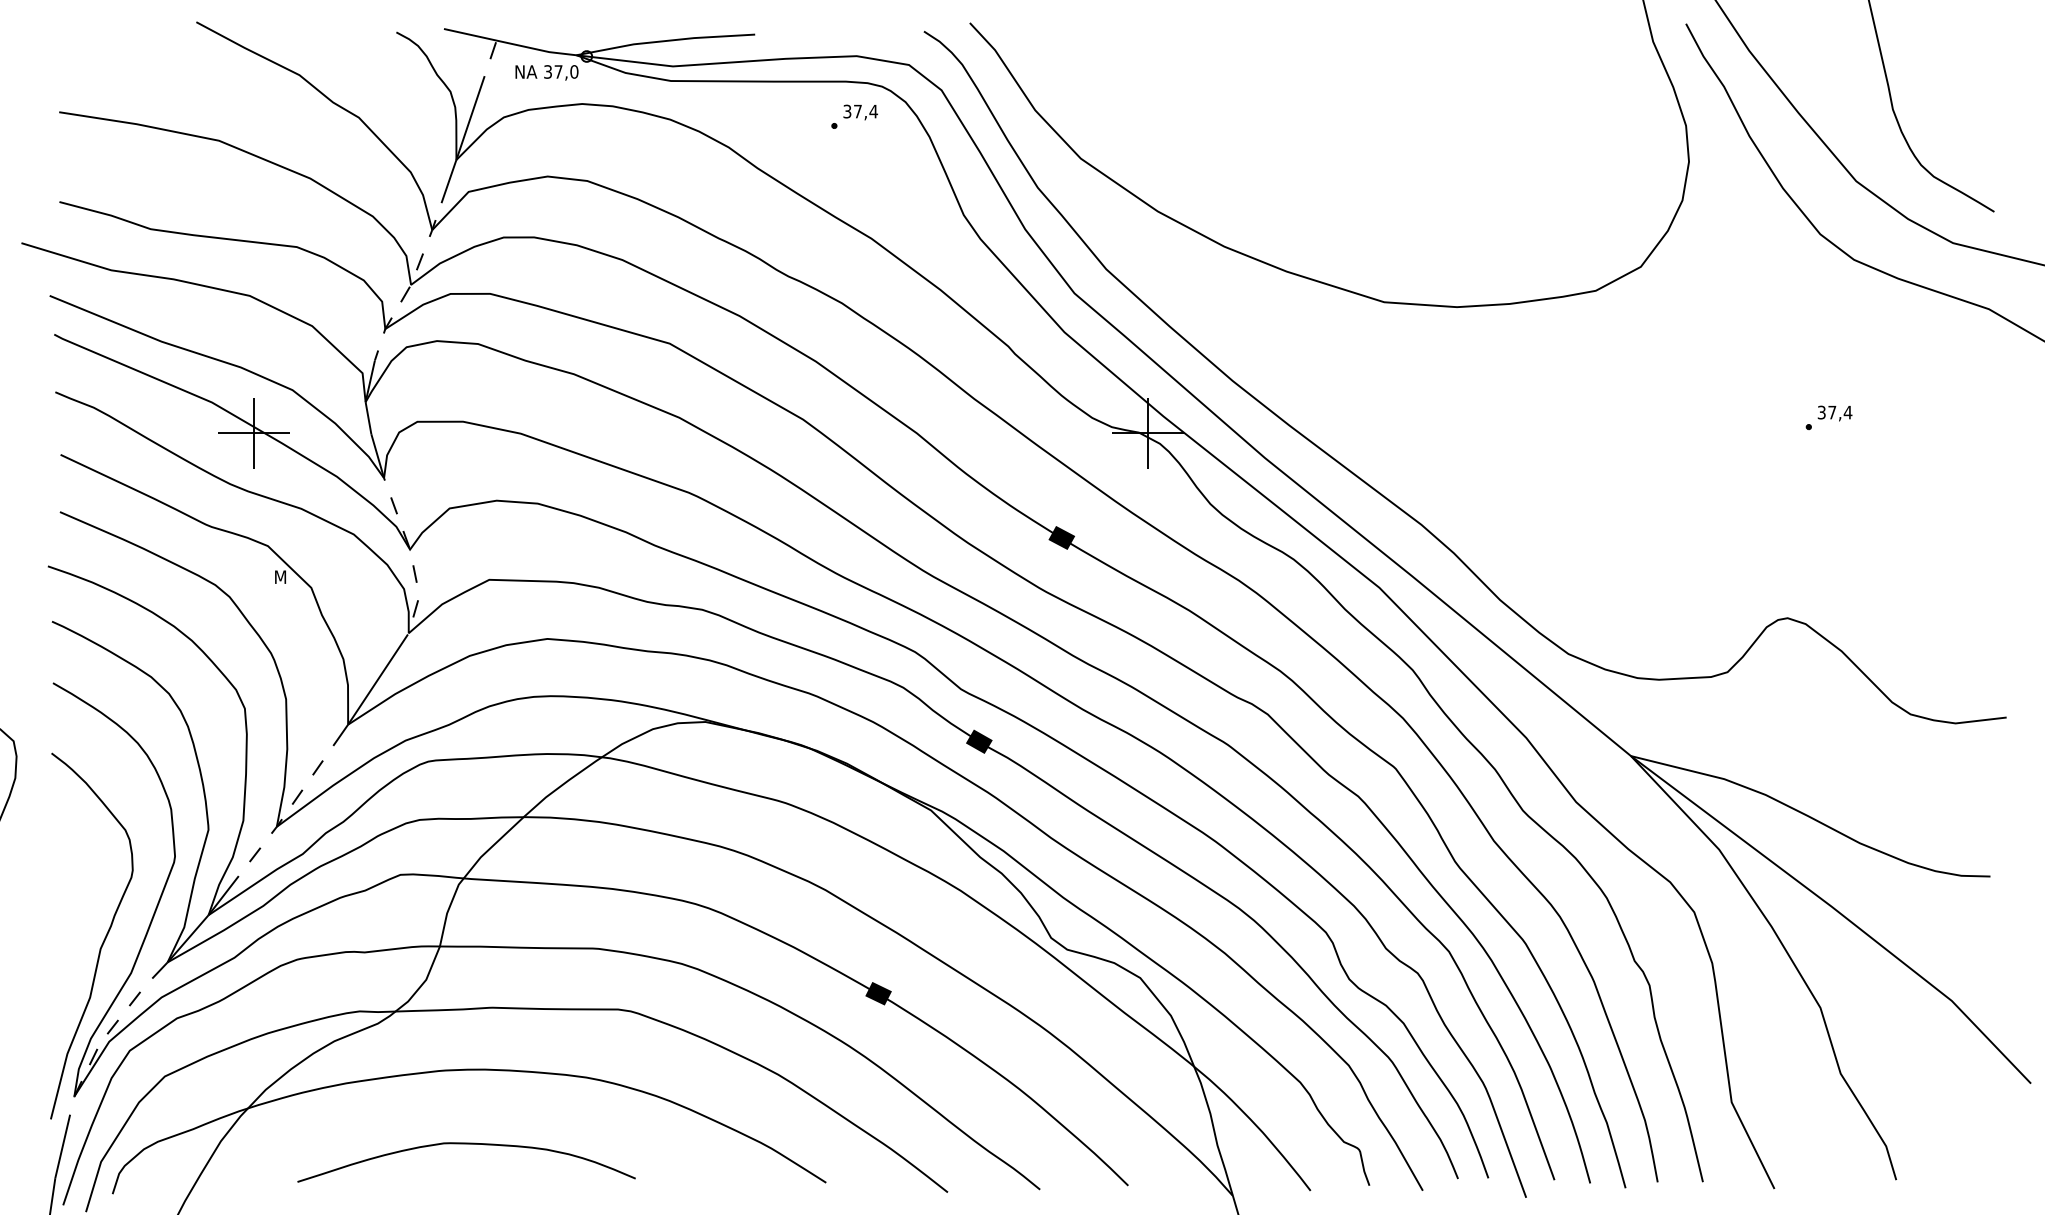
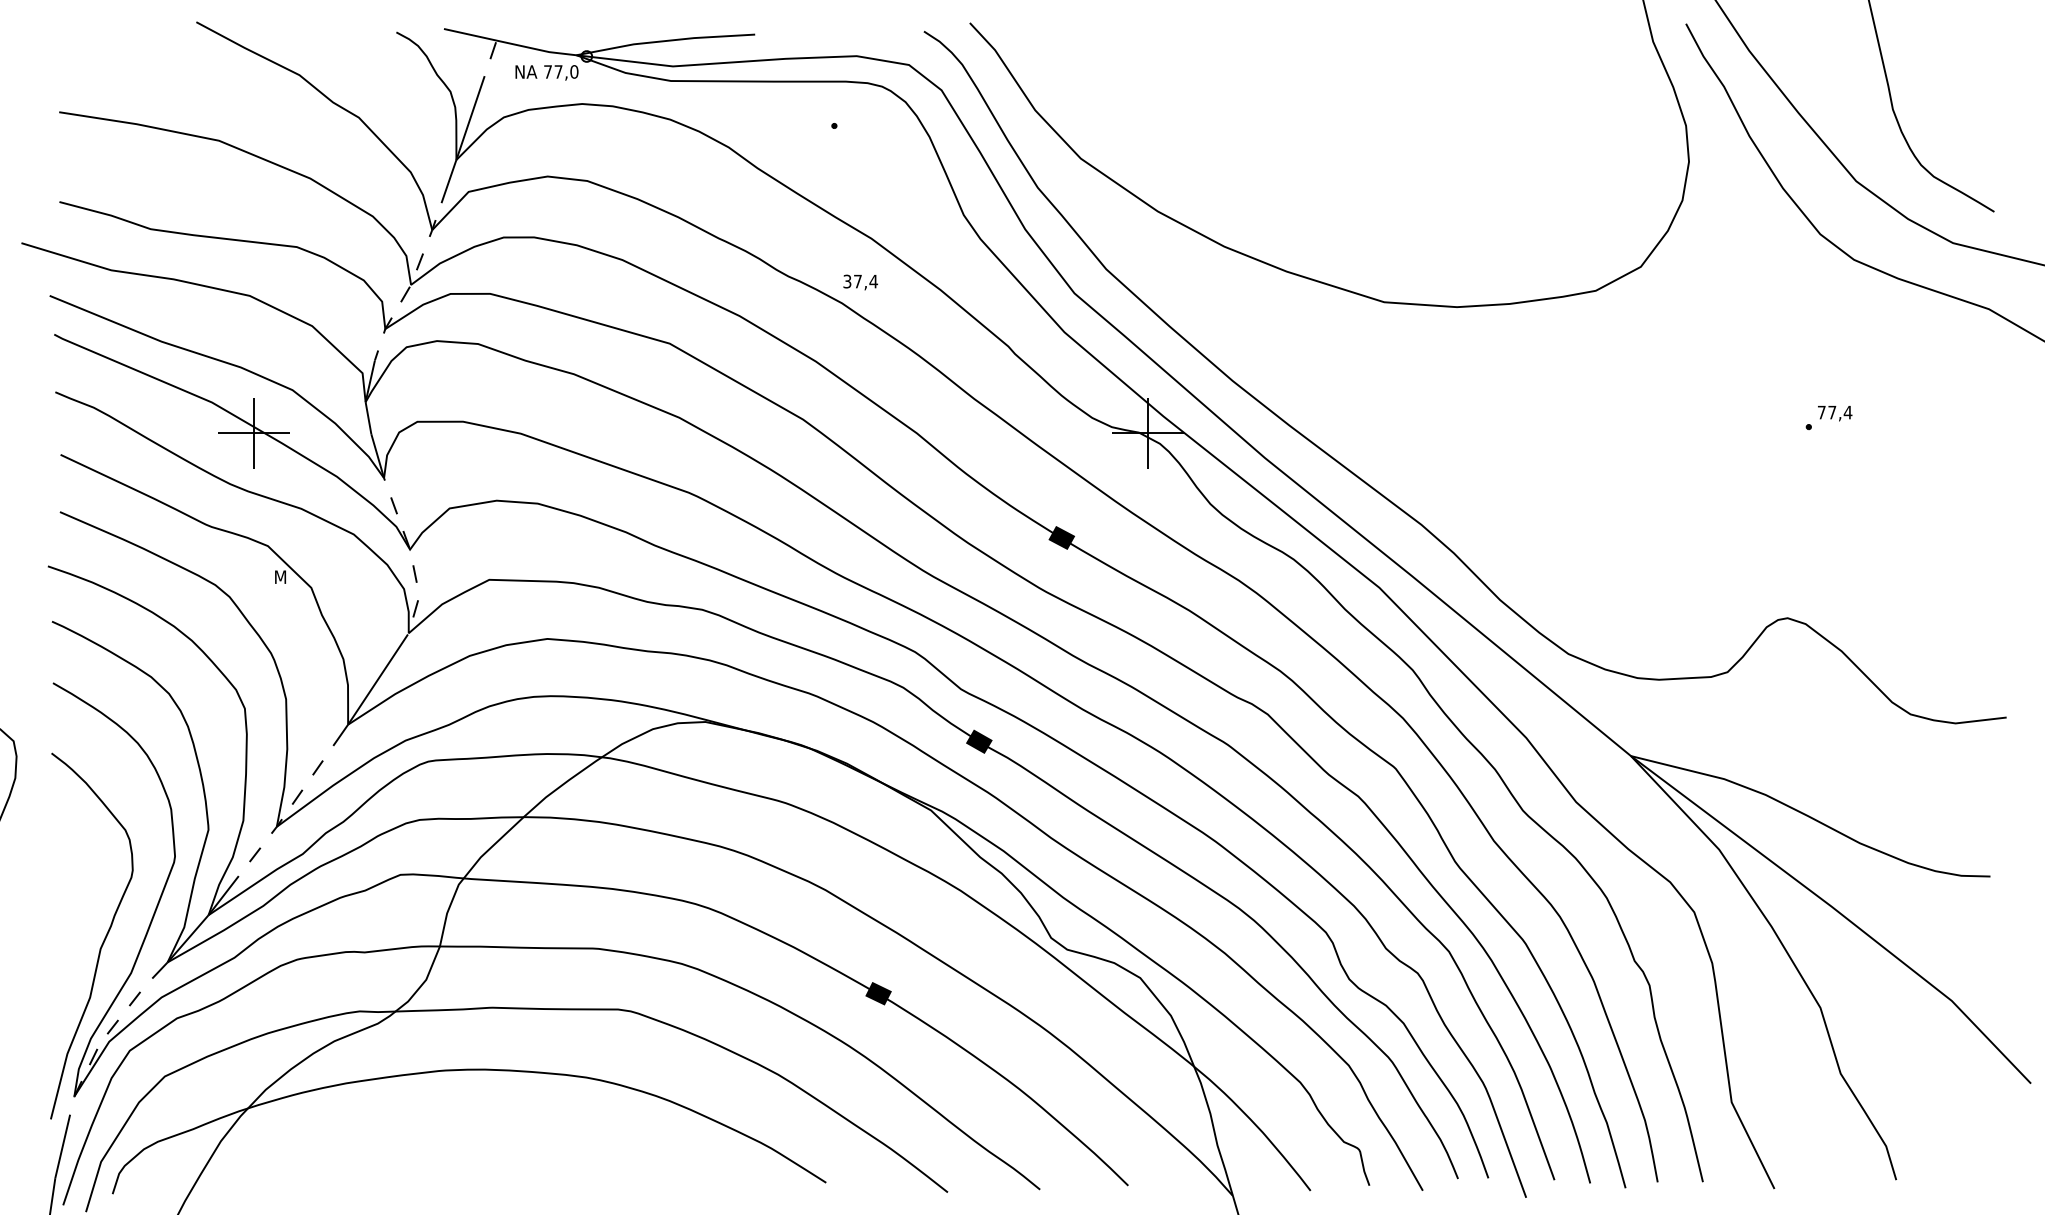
text at (547, 71): 37,0 -> 77,0
text at (860, 112) position: (860, 112) -> (860, 282)
text at (1821, 412): 37,4 -> 77,4
curve at (466, 1144): present -> none
